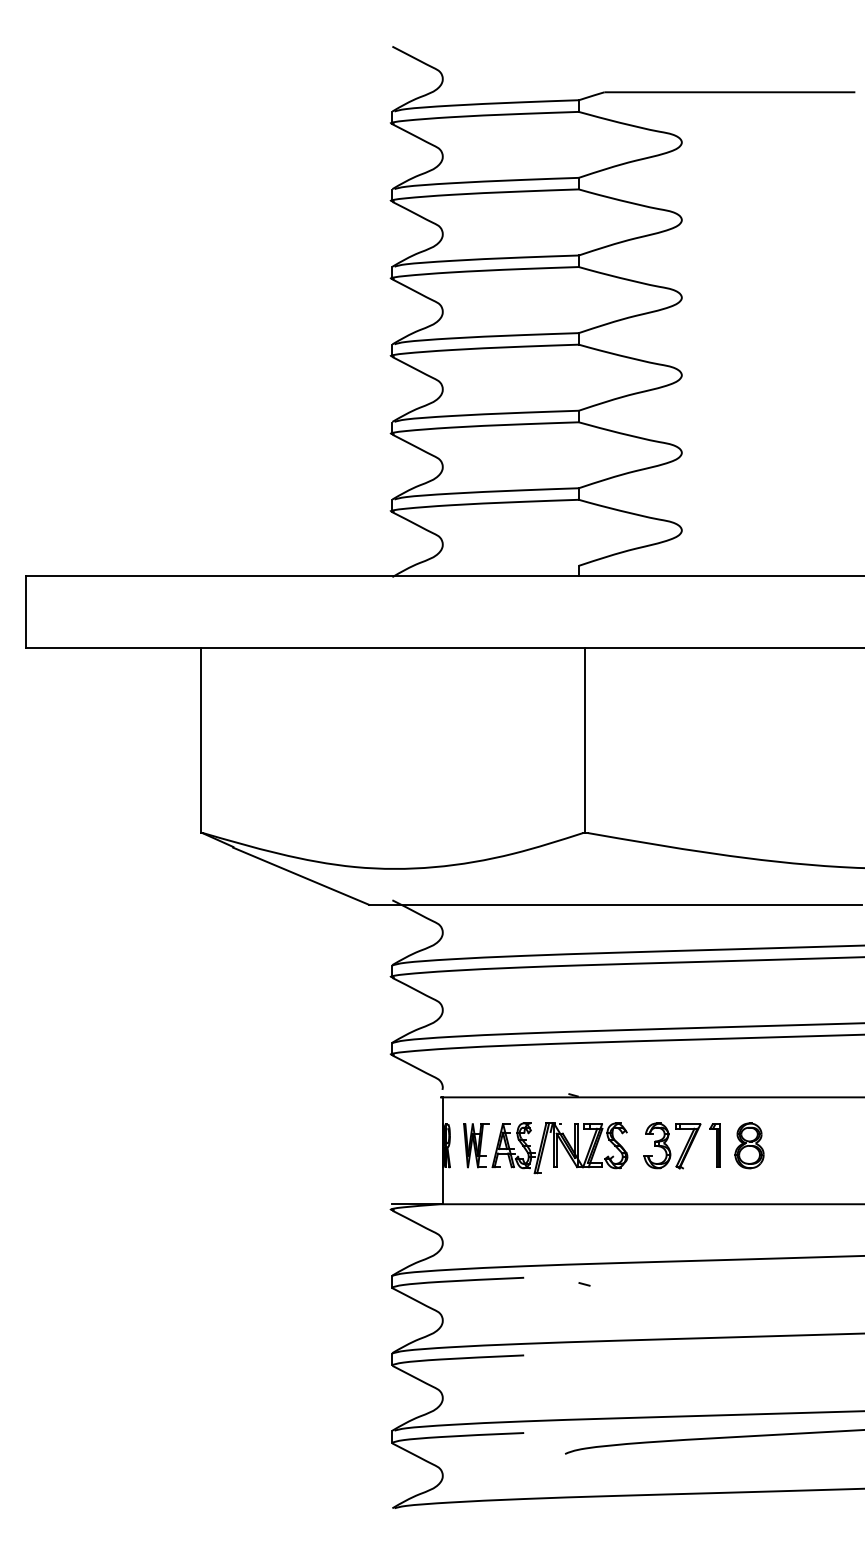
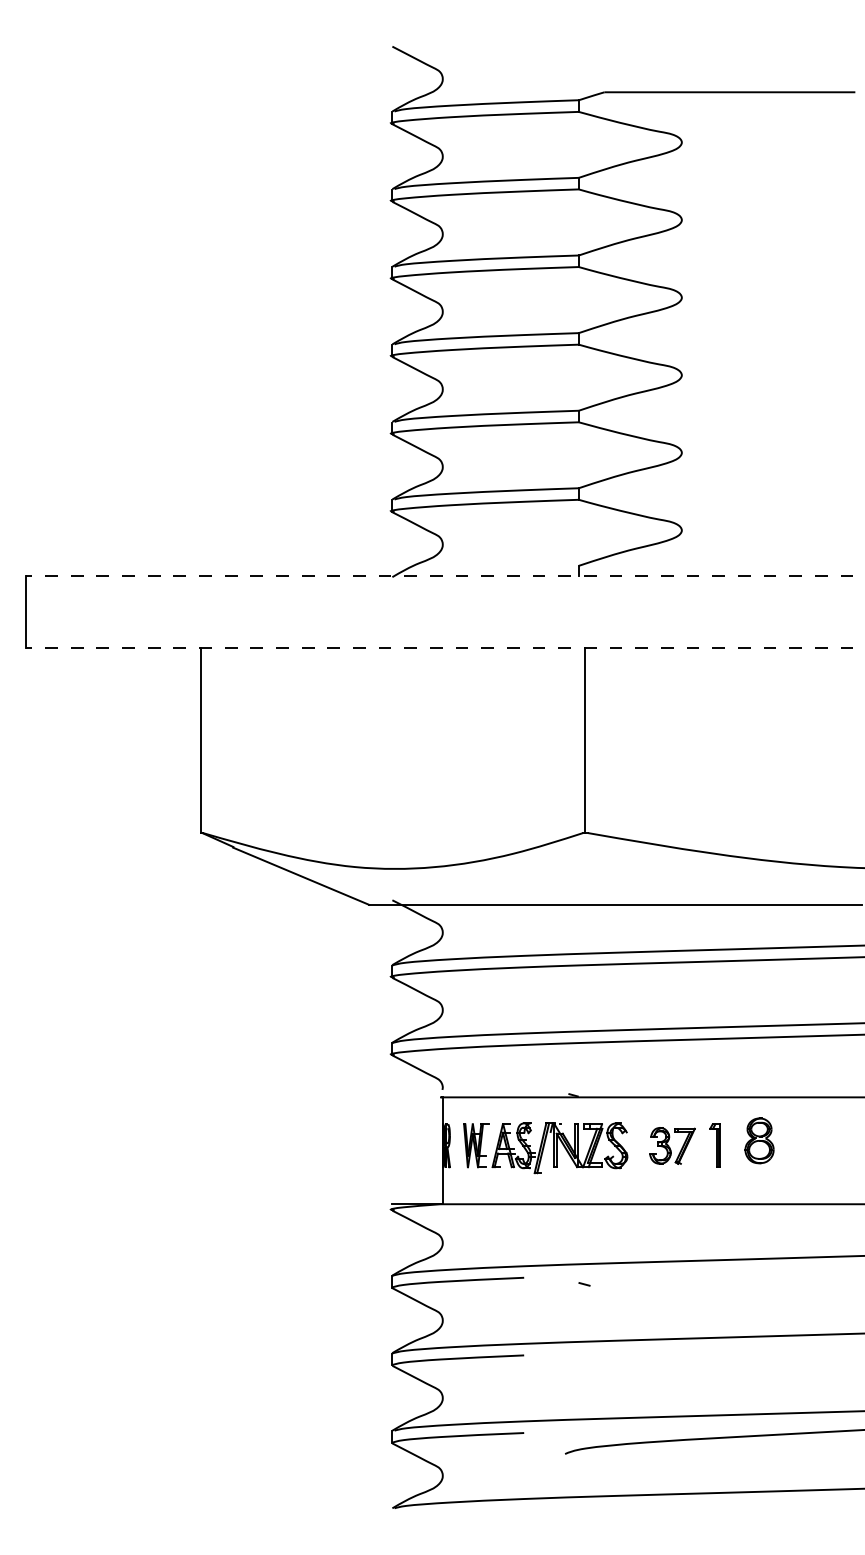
line at (445, 575): solid -> dashed
line at (445, 648): solid -> dashed
part at (672, 1145) size: 59x48 px -> 47x38 px
part at (749, 1145) position: (749, 1145) -> (759, 1140)
